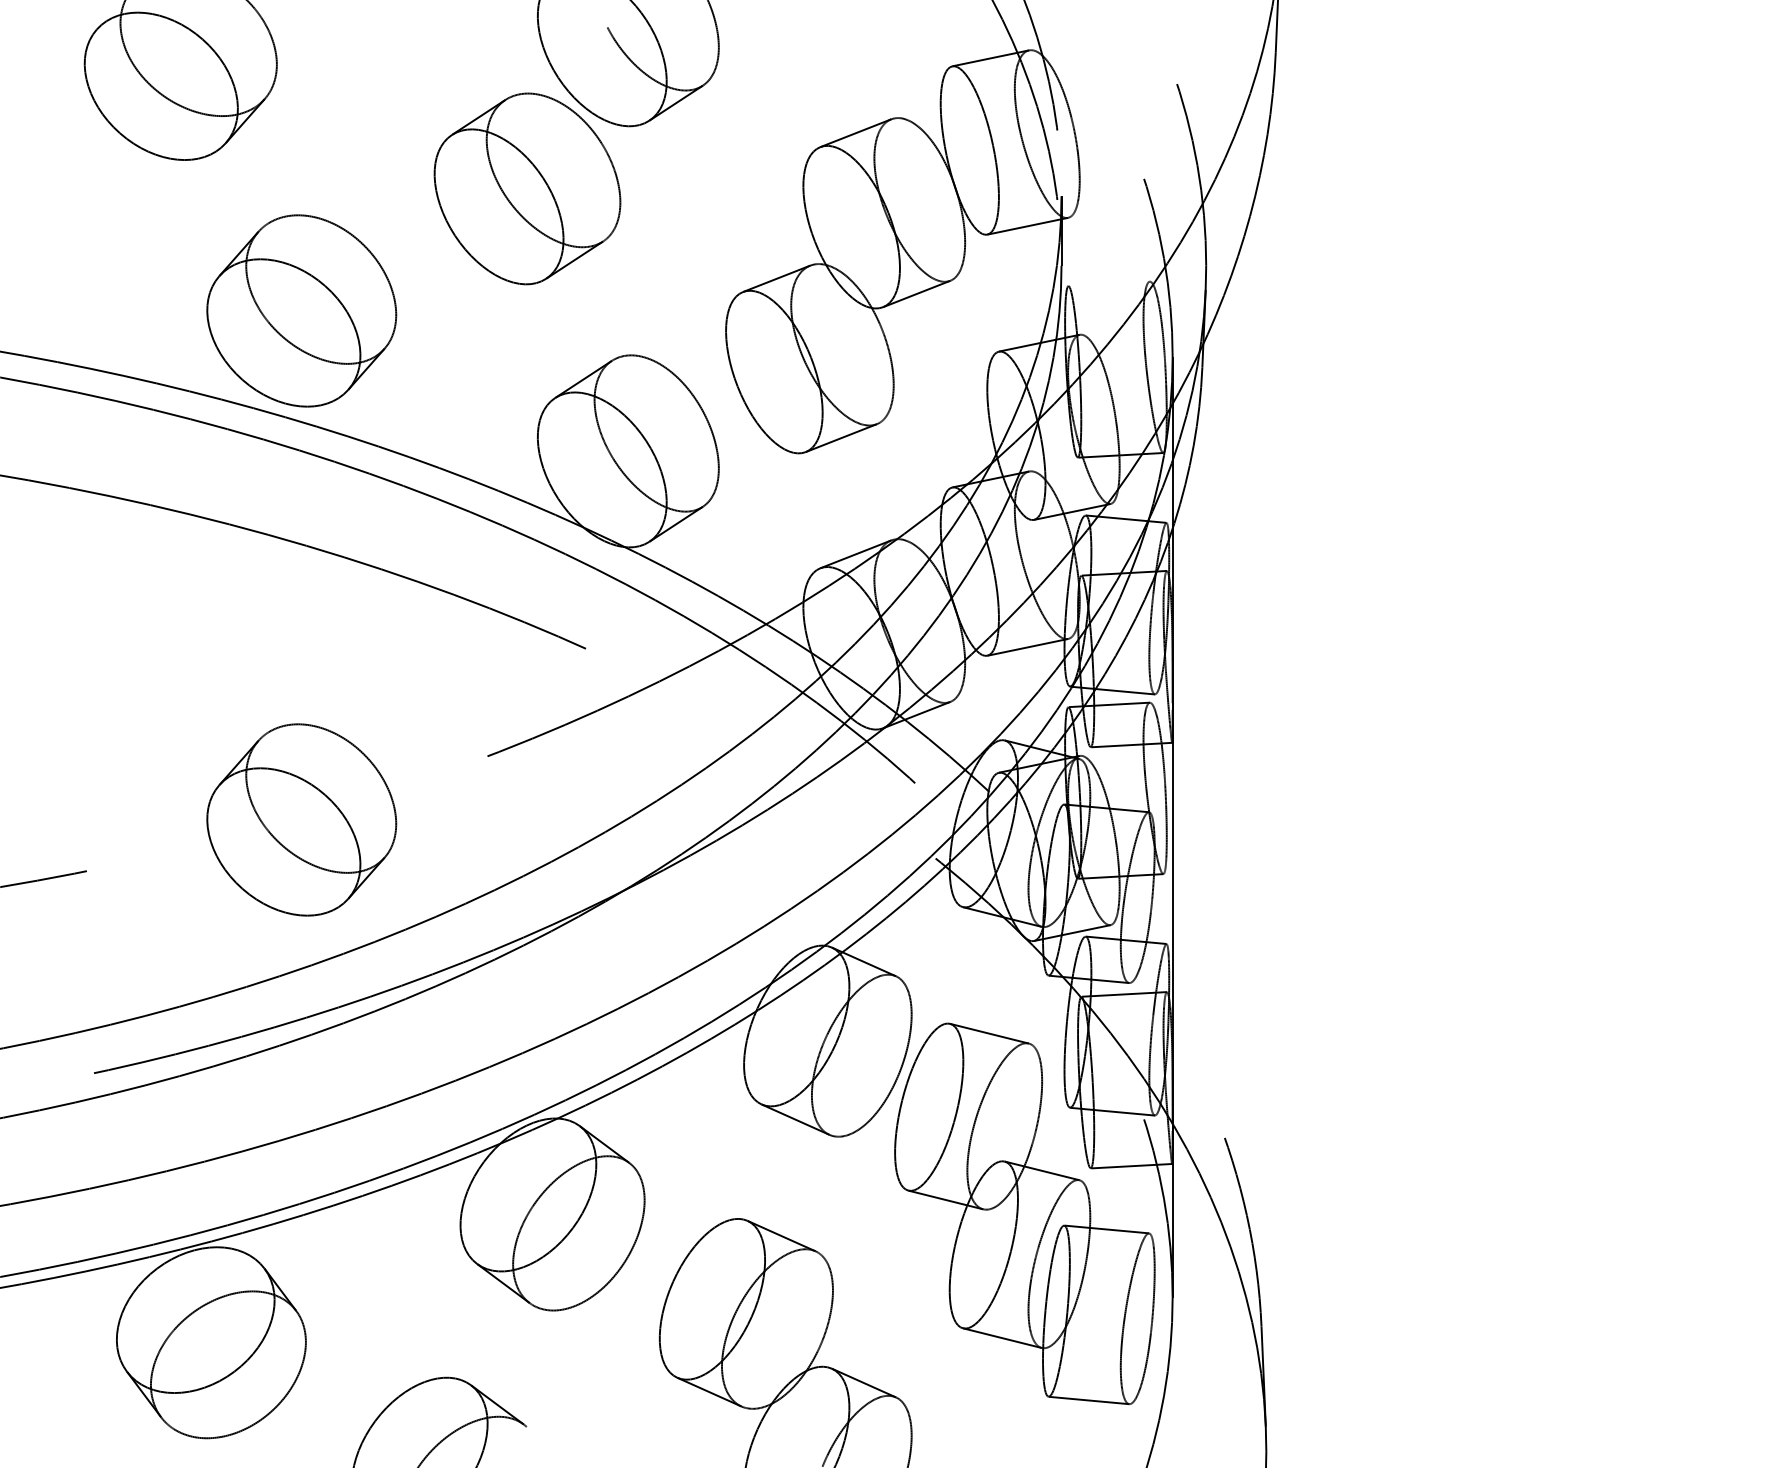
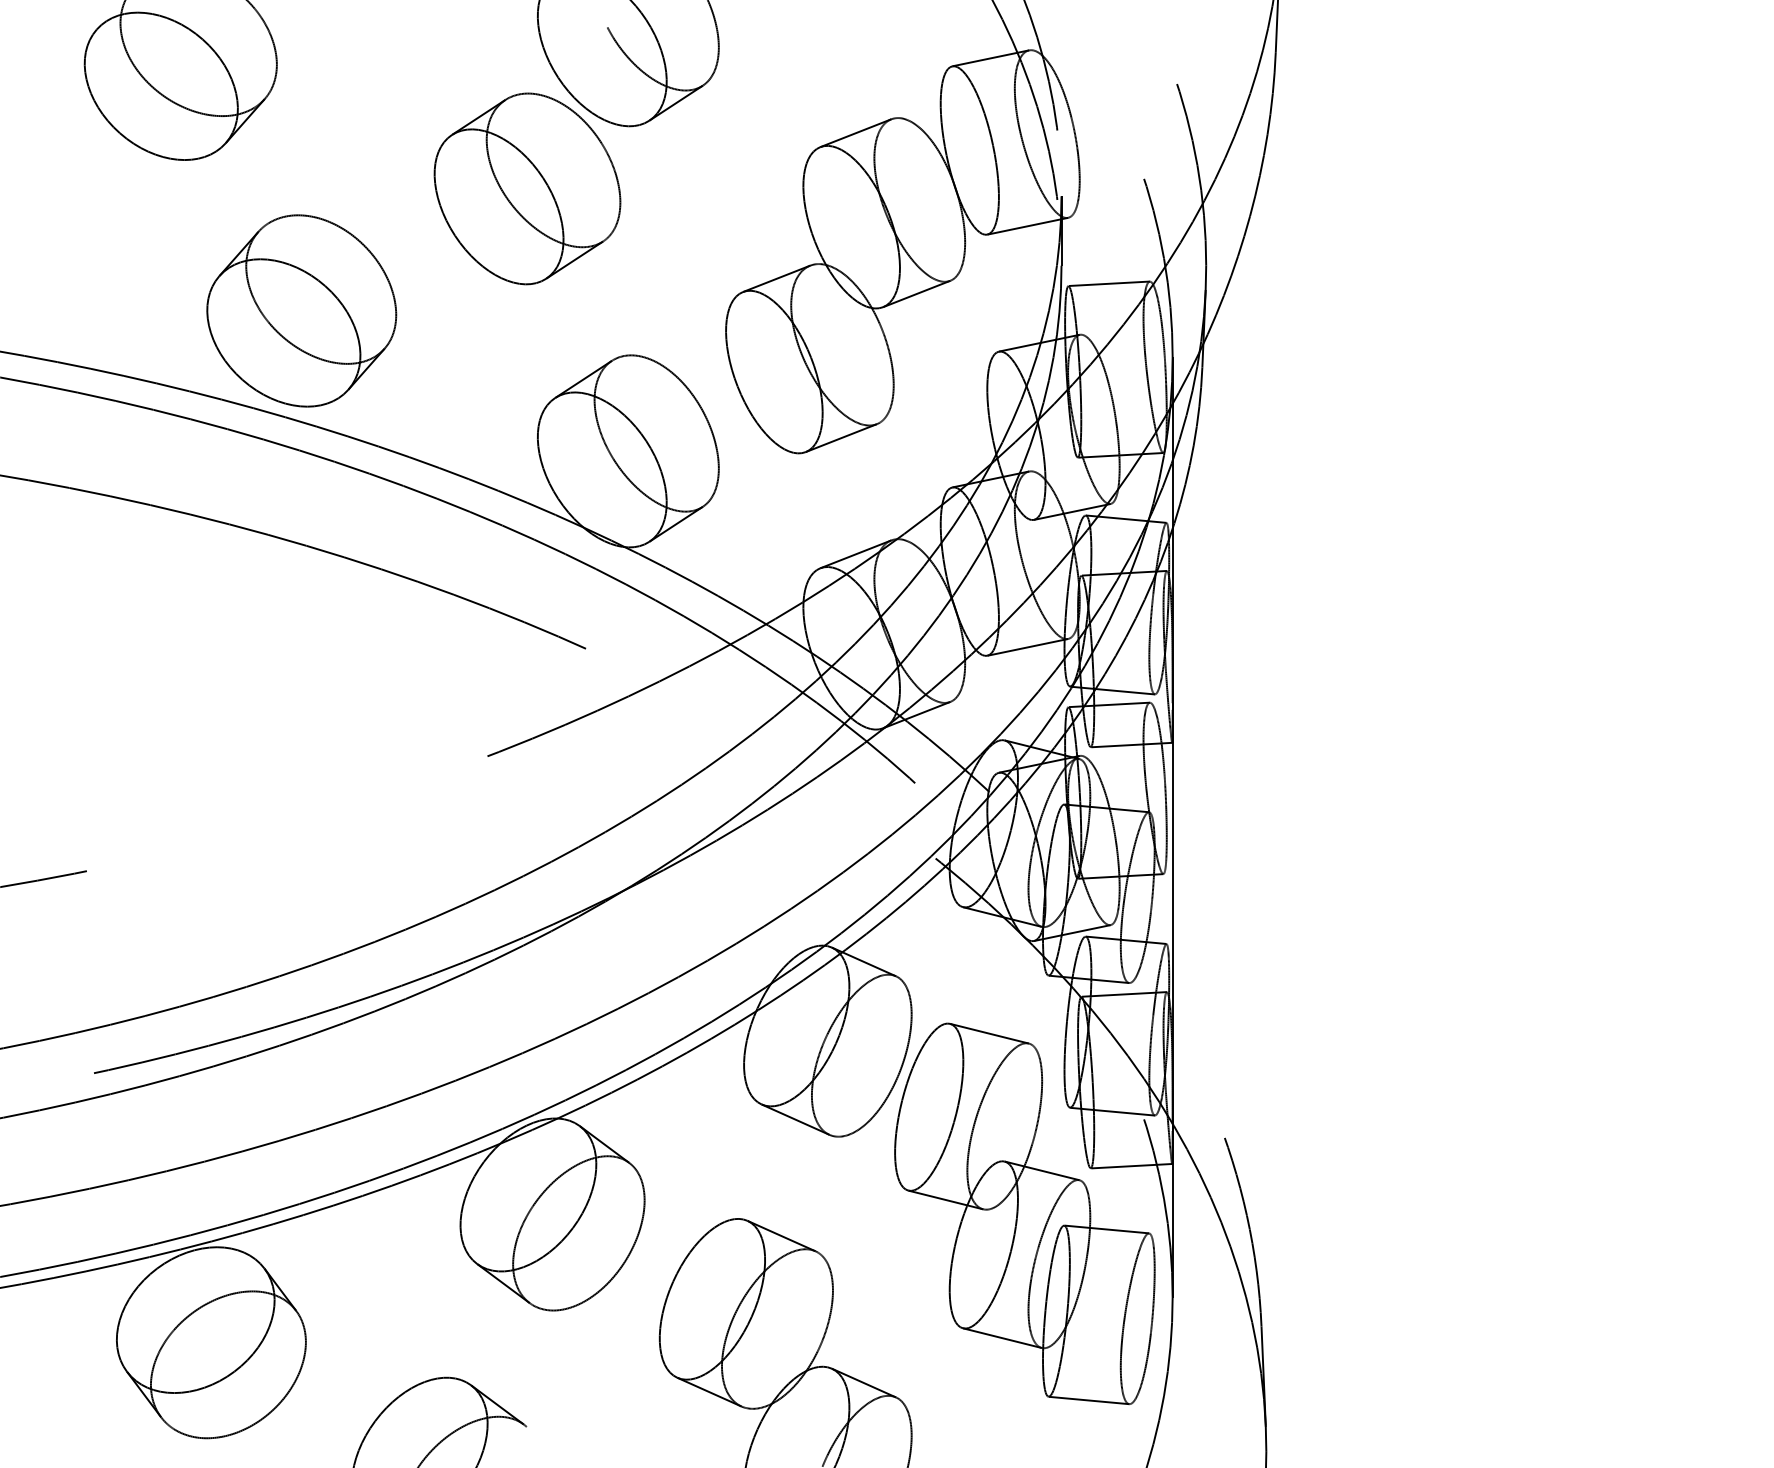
line at (1108, 283): none -> present
part at (301, 819): present -> none
